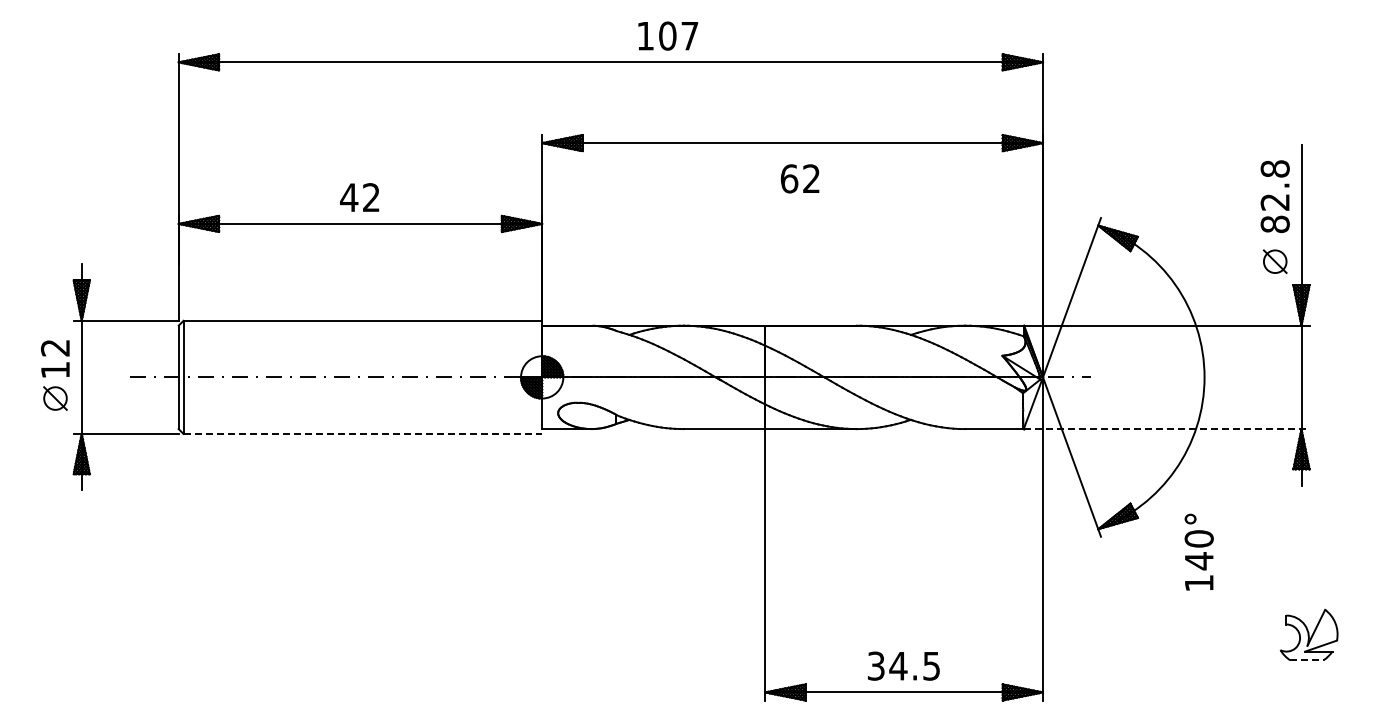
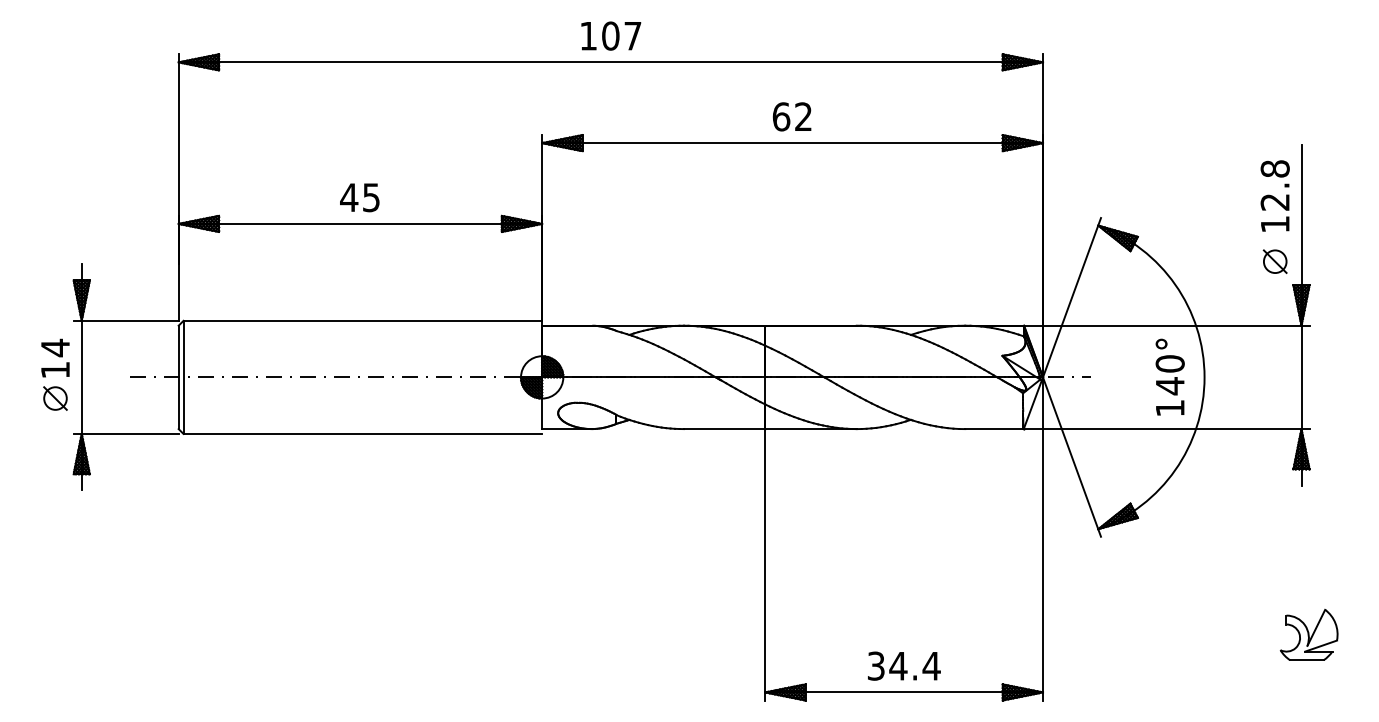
text at (668, 35) position: (668, 35) -> (611, 35)
text at (799, 178) position: (799, 178) -> (791, 116)
text at (371, 197): 42 -> 45
text at (1274, 224): 82.8 -> 12.8
text at (54, 347): 12 -> 14
line at (1166, 429): dashed -> solid
line at (363, 433): dashed -> solid
text at (1198, 551) position: (1198, 551) -> (1169, 376)
line at (1306, 660): dashed -> solid
text at (931, 666): 34.5 -> 34.4
